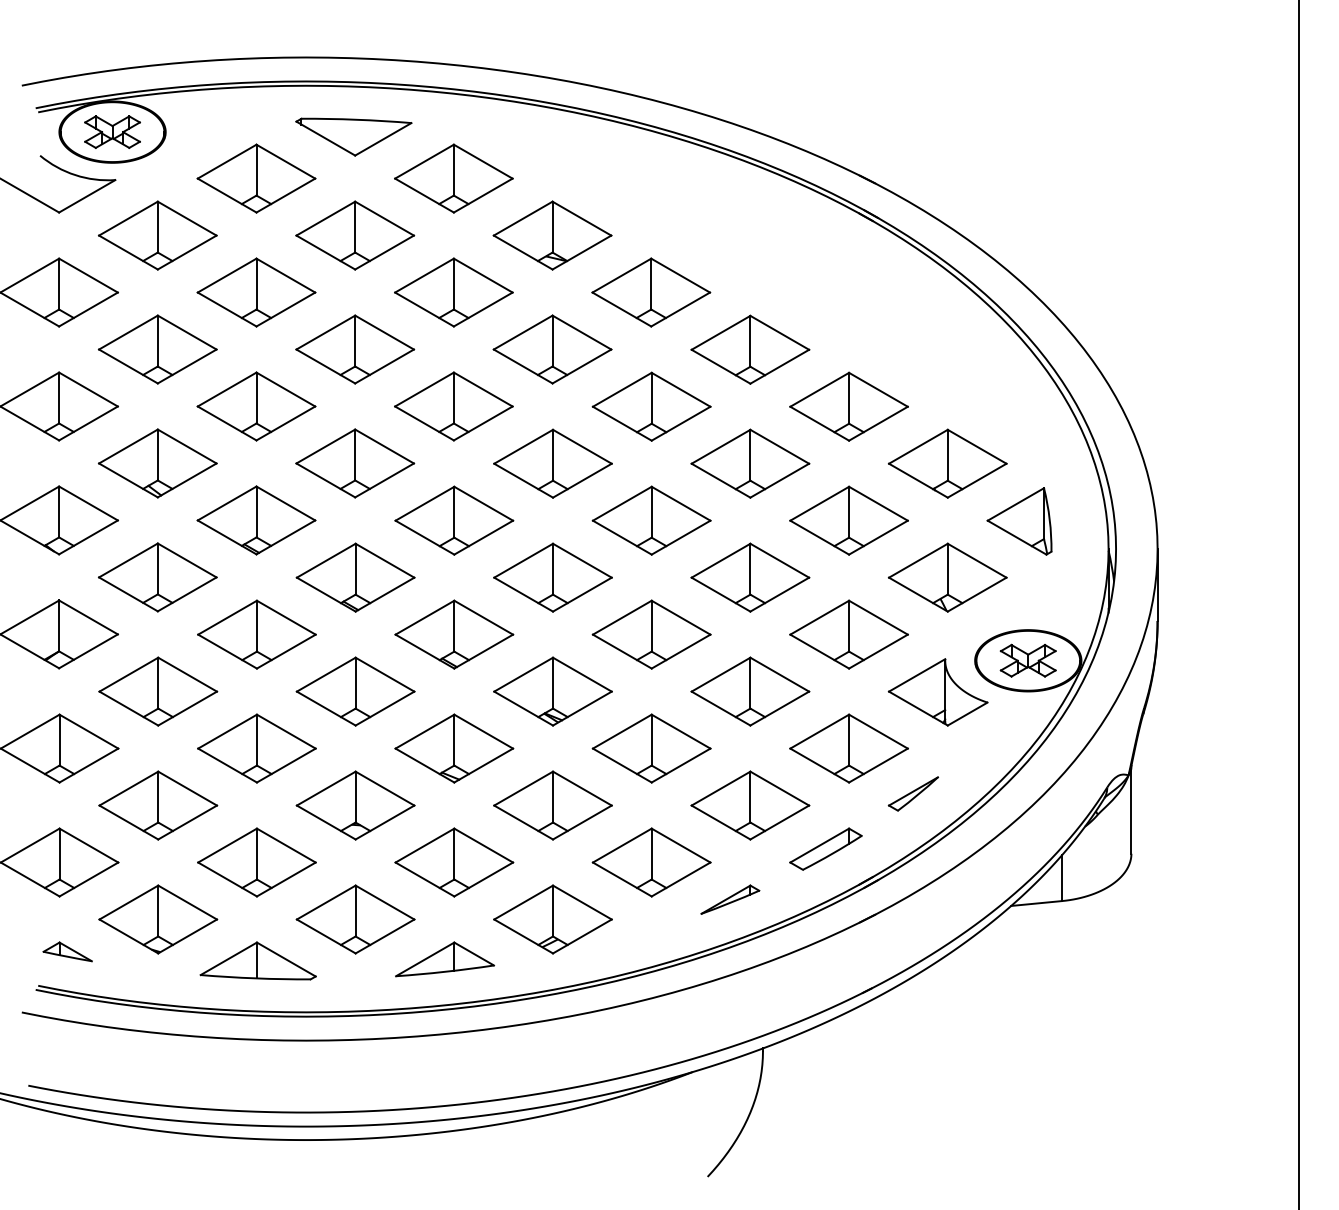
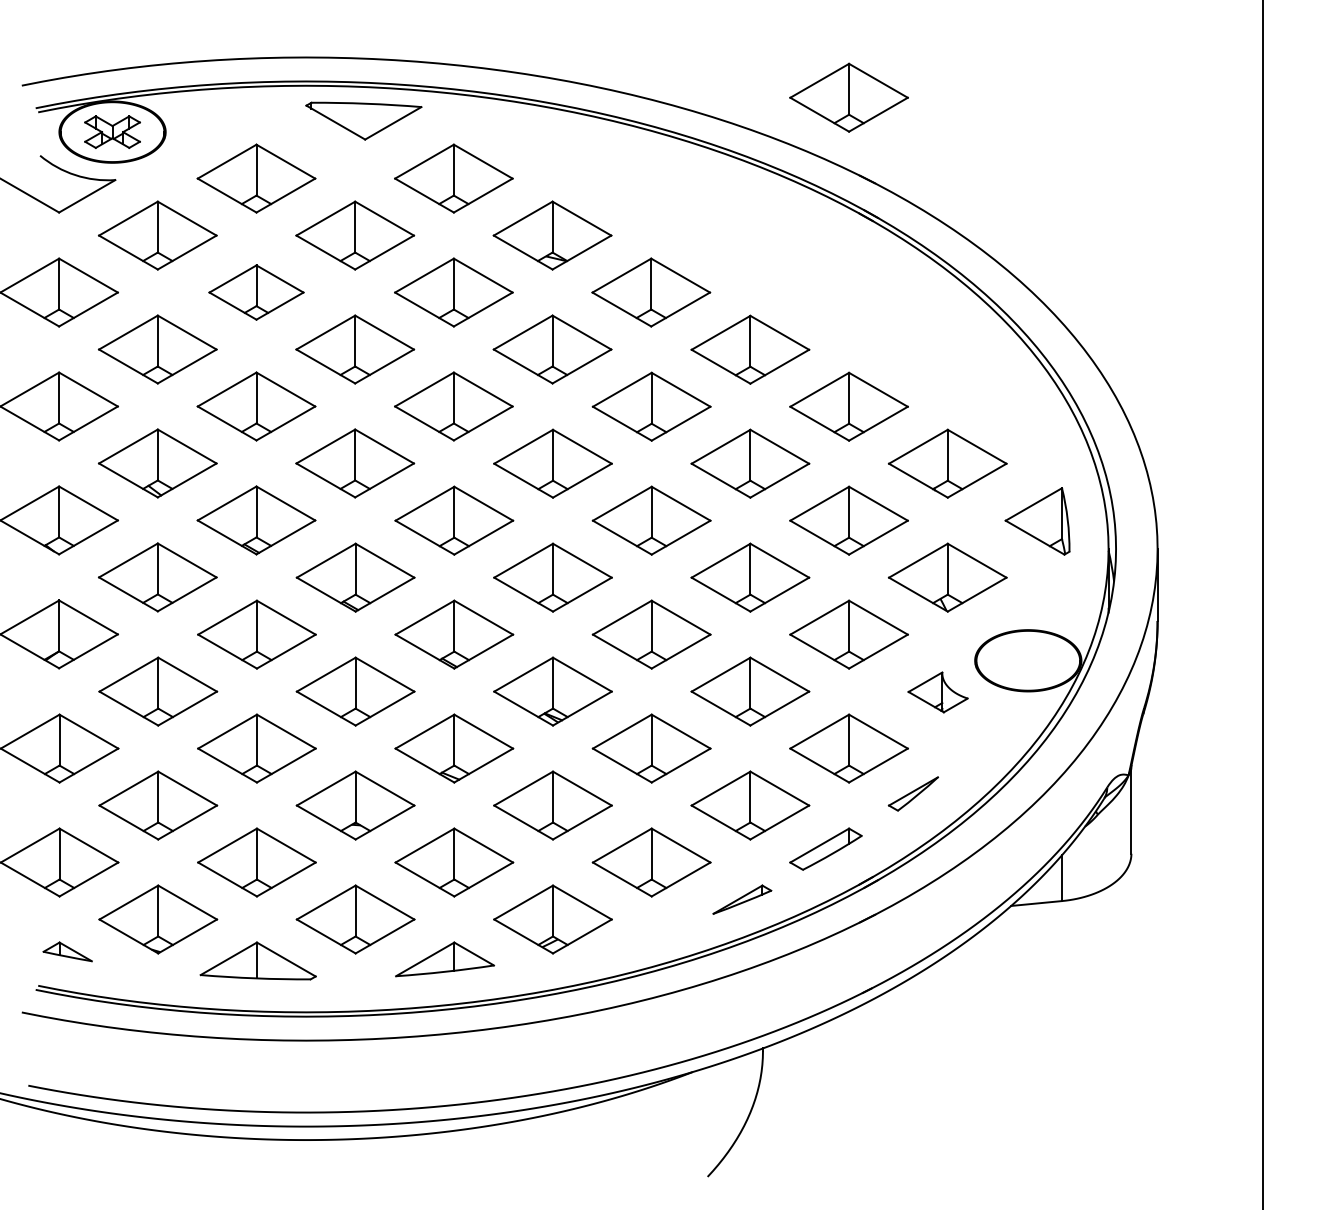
part at (848, 97): none -> present
part at (353, 136) position: (353, 136) -> (363, 120)
part at (256, 292) size: 121x71 px -> 97x57 px
part at (1019, 521) position: (1019, 521) -> (1037, 521)
line at (1298, 604) position: (1298, 604) -> (1262, 604)
part at (1027, 660): present -> none
part at (937, 692) size: 102x69 px -> 62x43 px
part at (730, 899) position: (730, 899) -> (742, 899)
